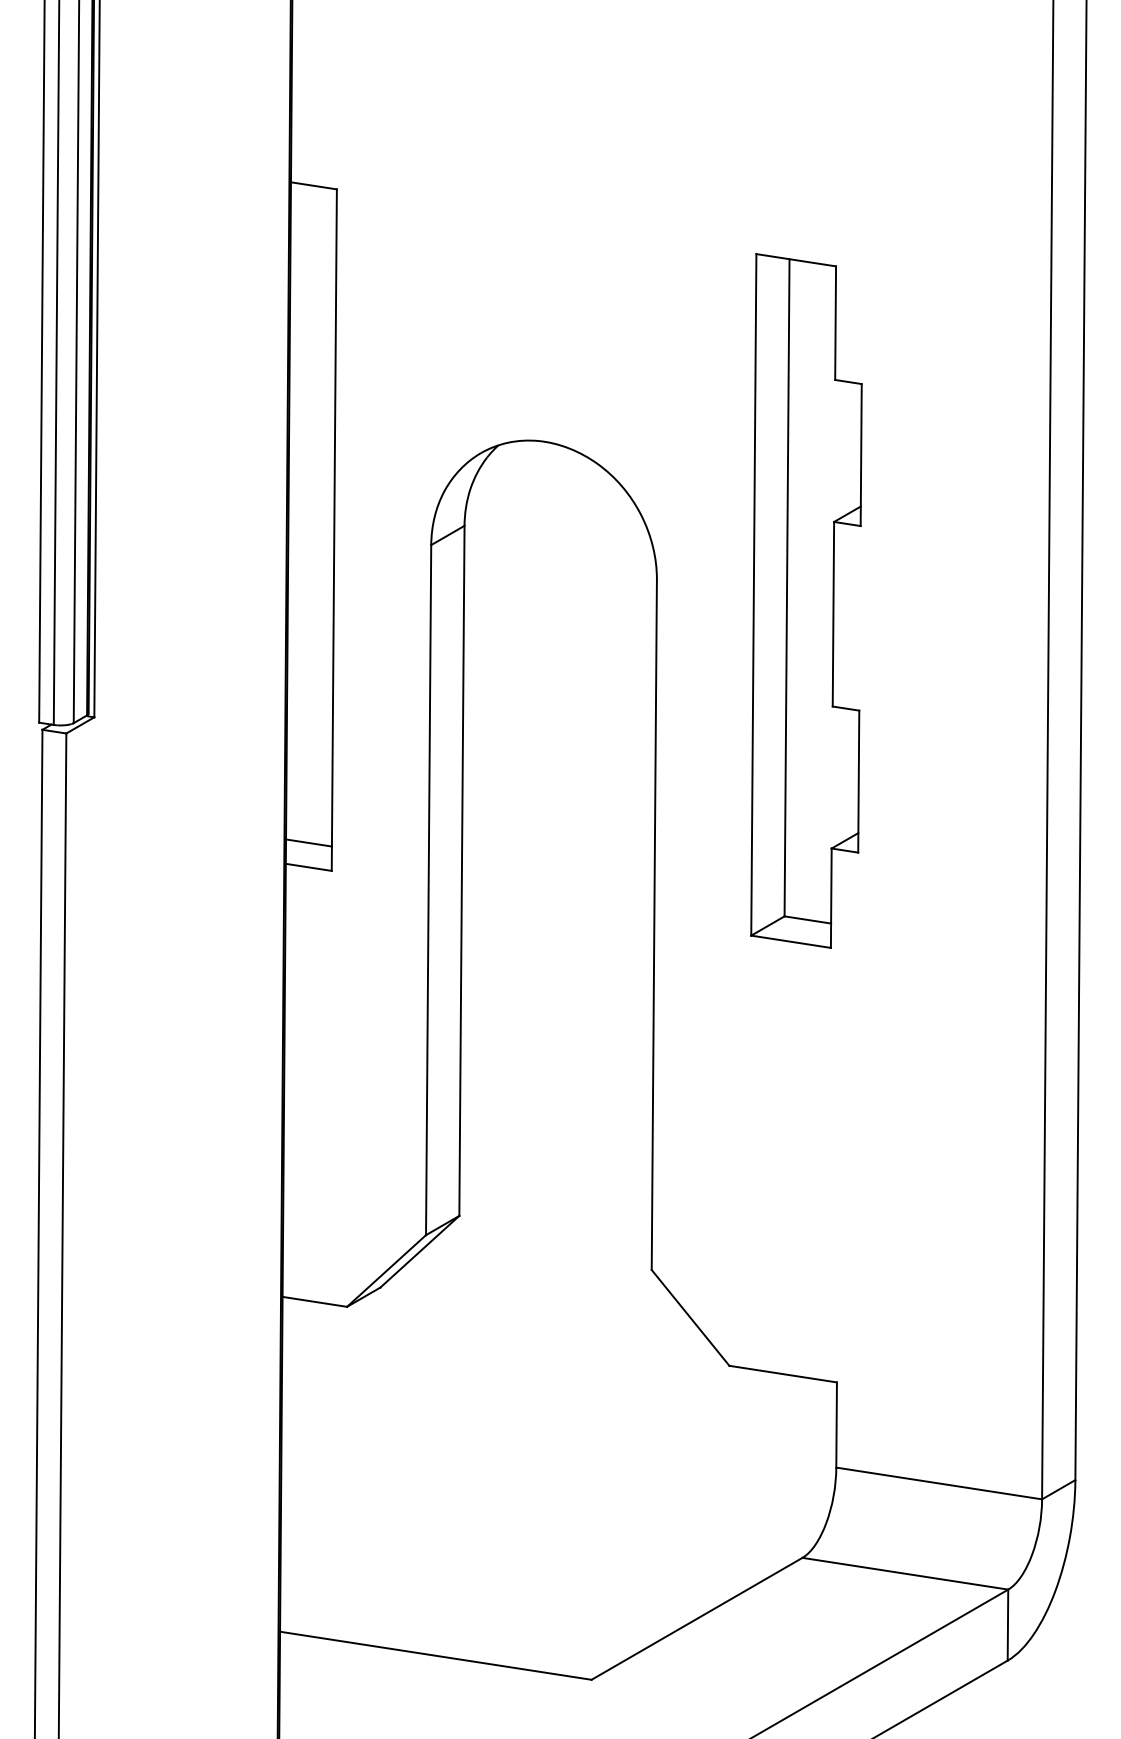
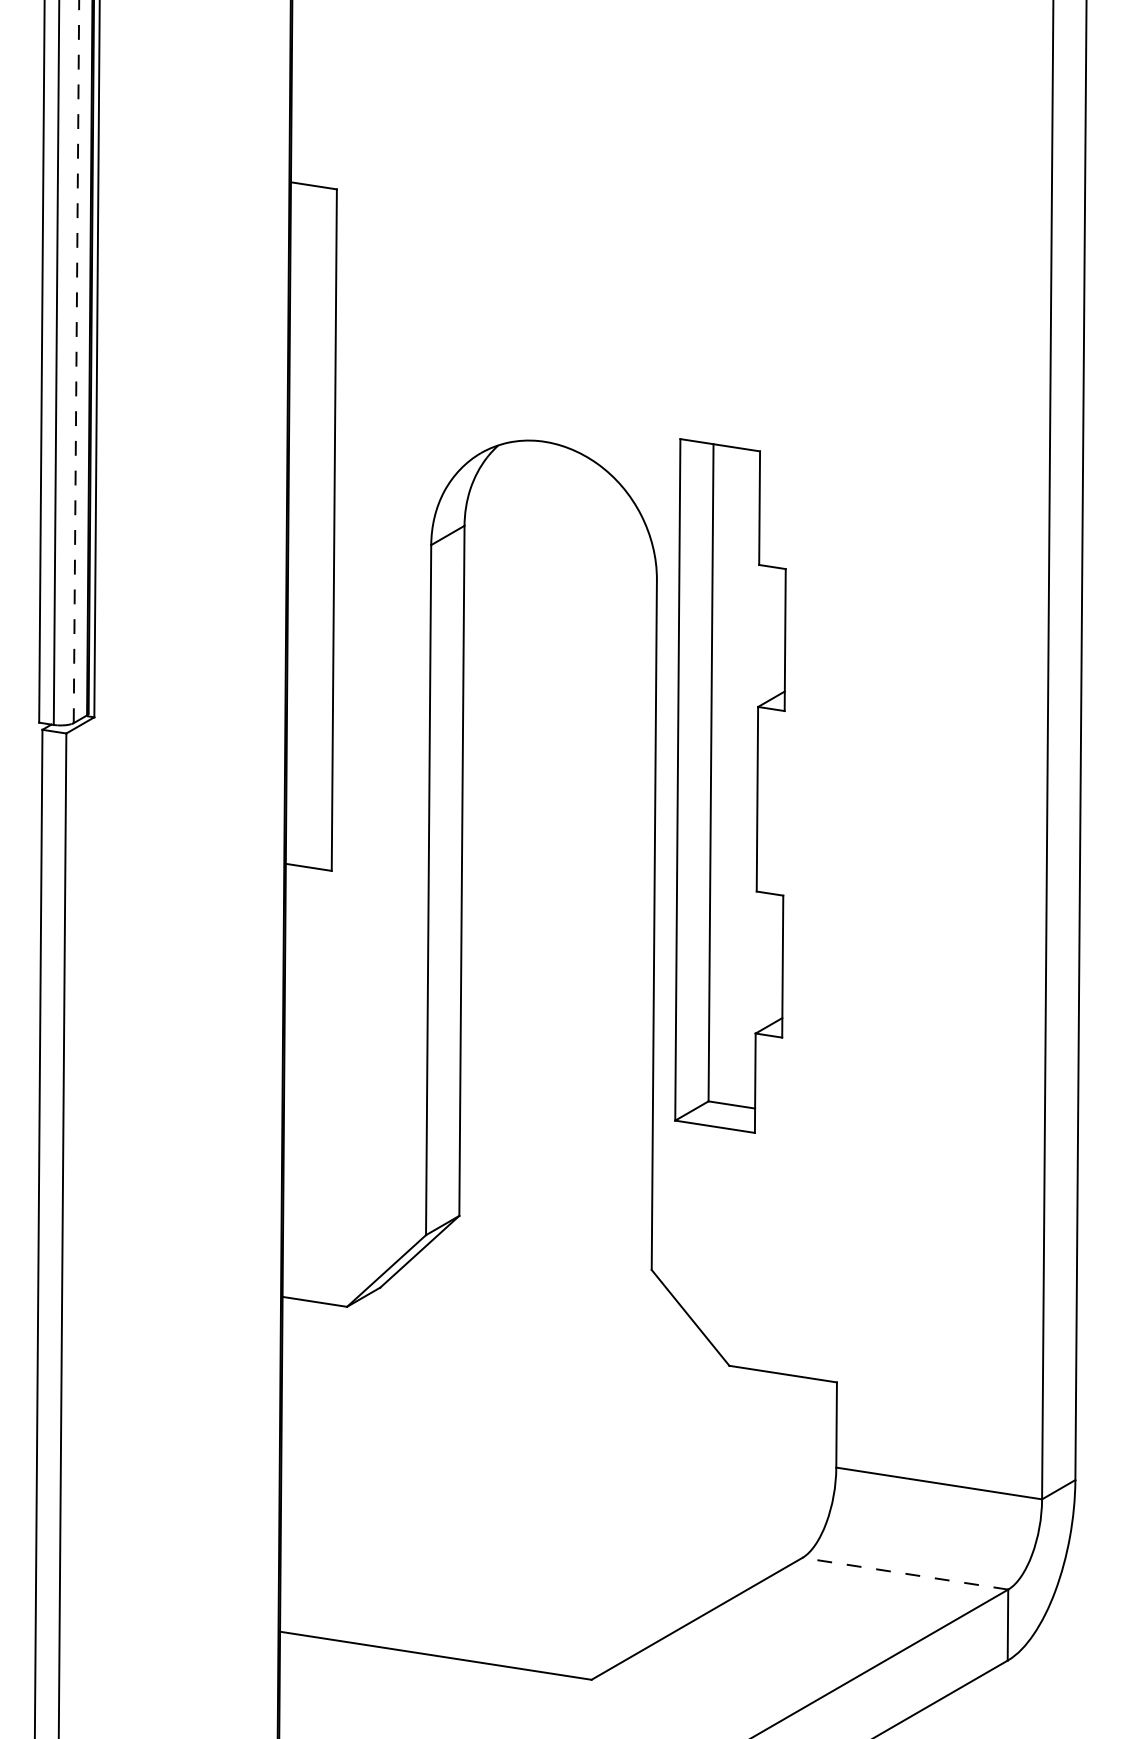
line at (76, 361): solid -> dashed
part at (806, 600) position: (806, 600) -> (730, 785)
line at (308, 842): present -> none
line at (904, 1573): solid -> dashed
